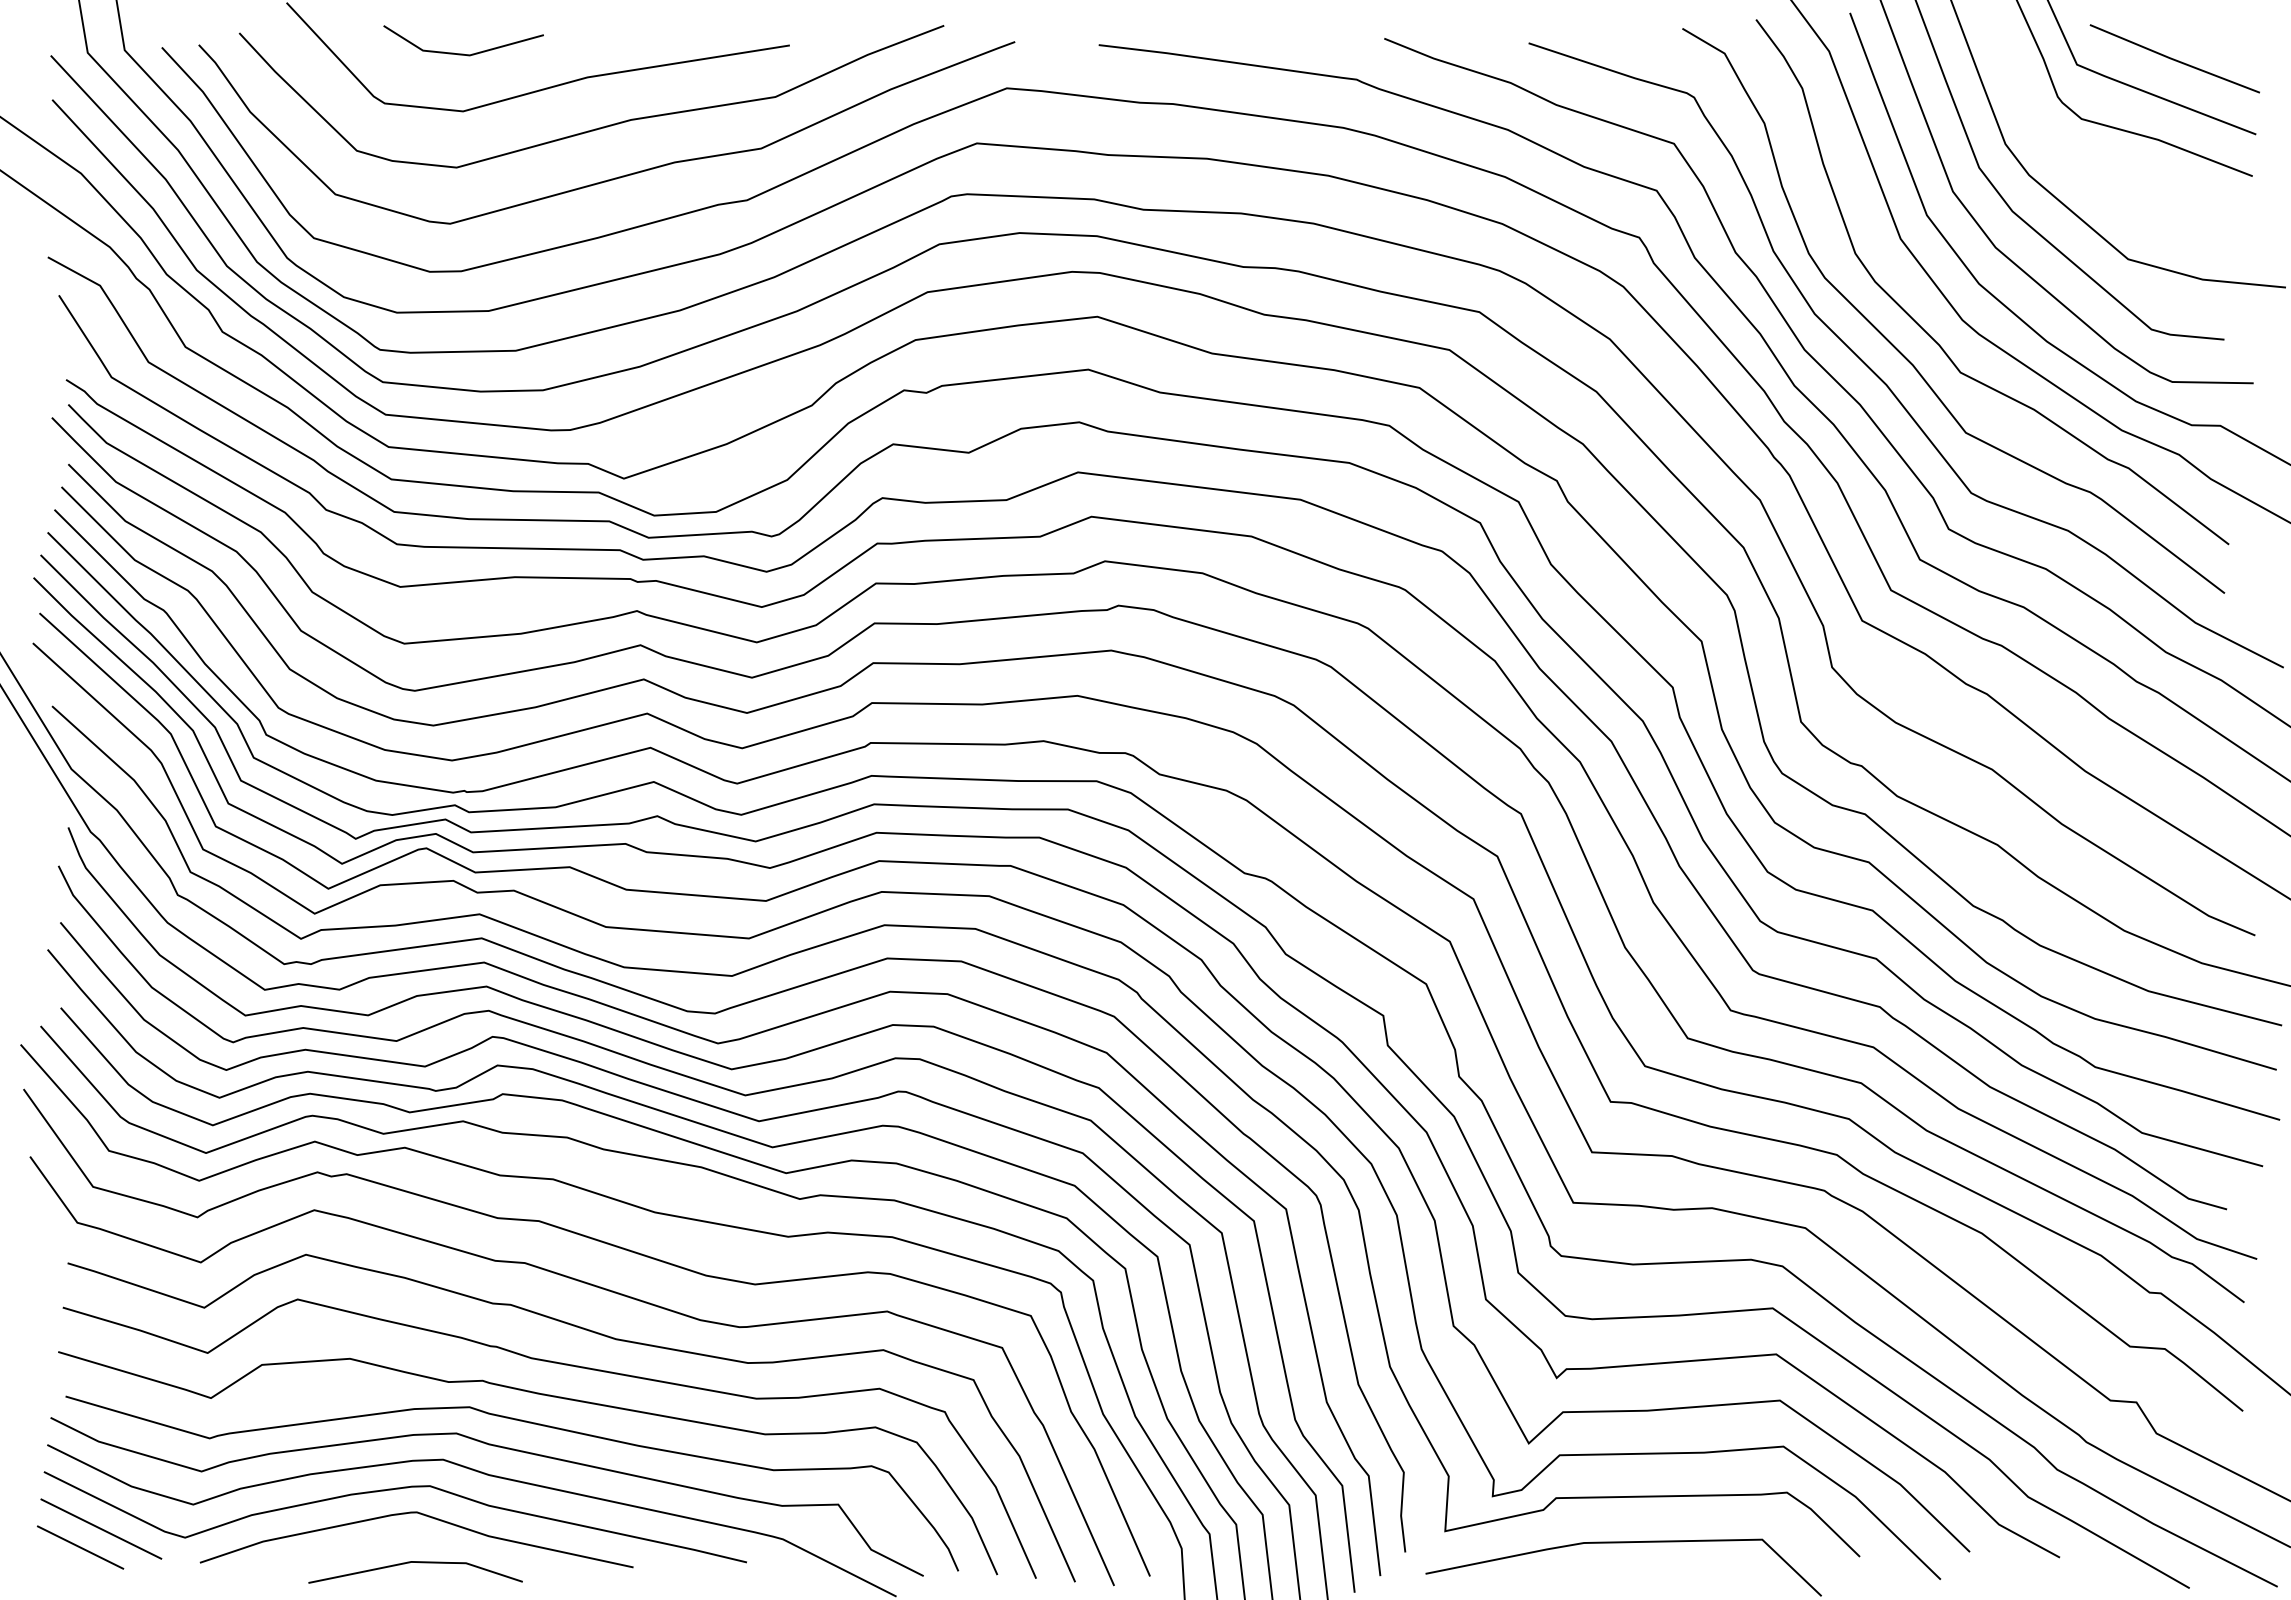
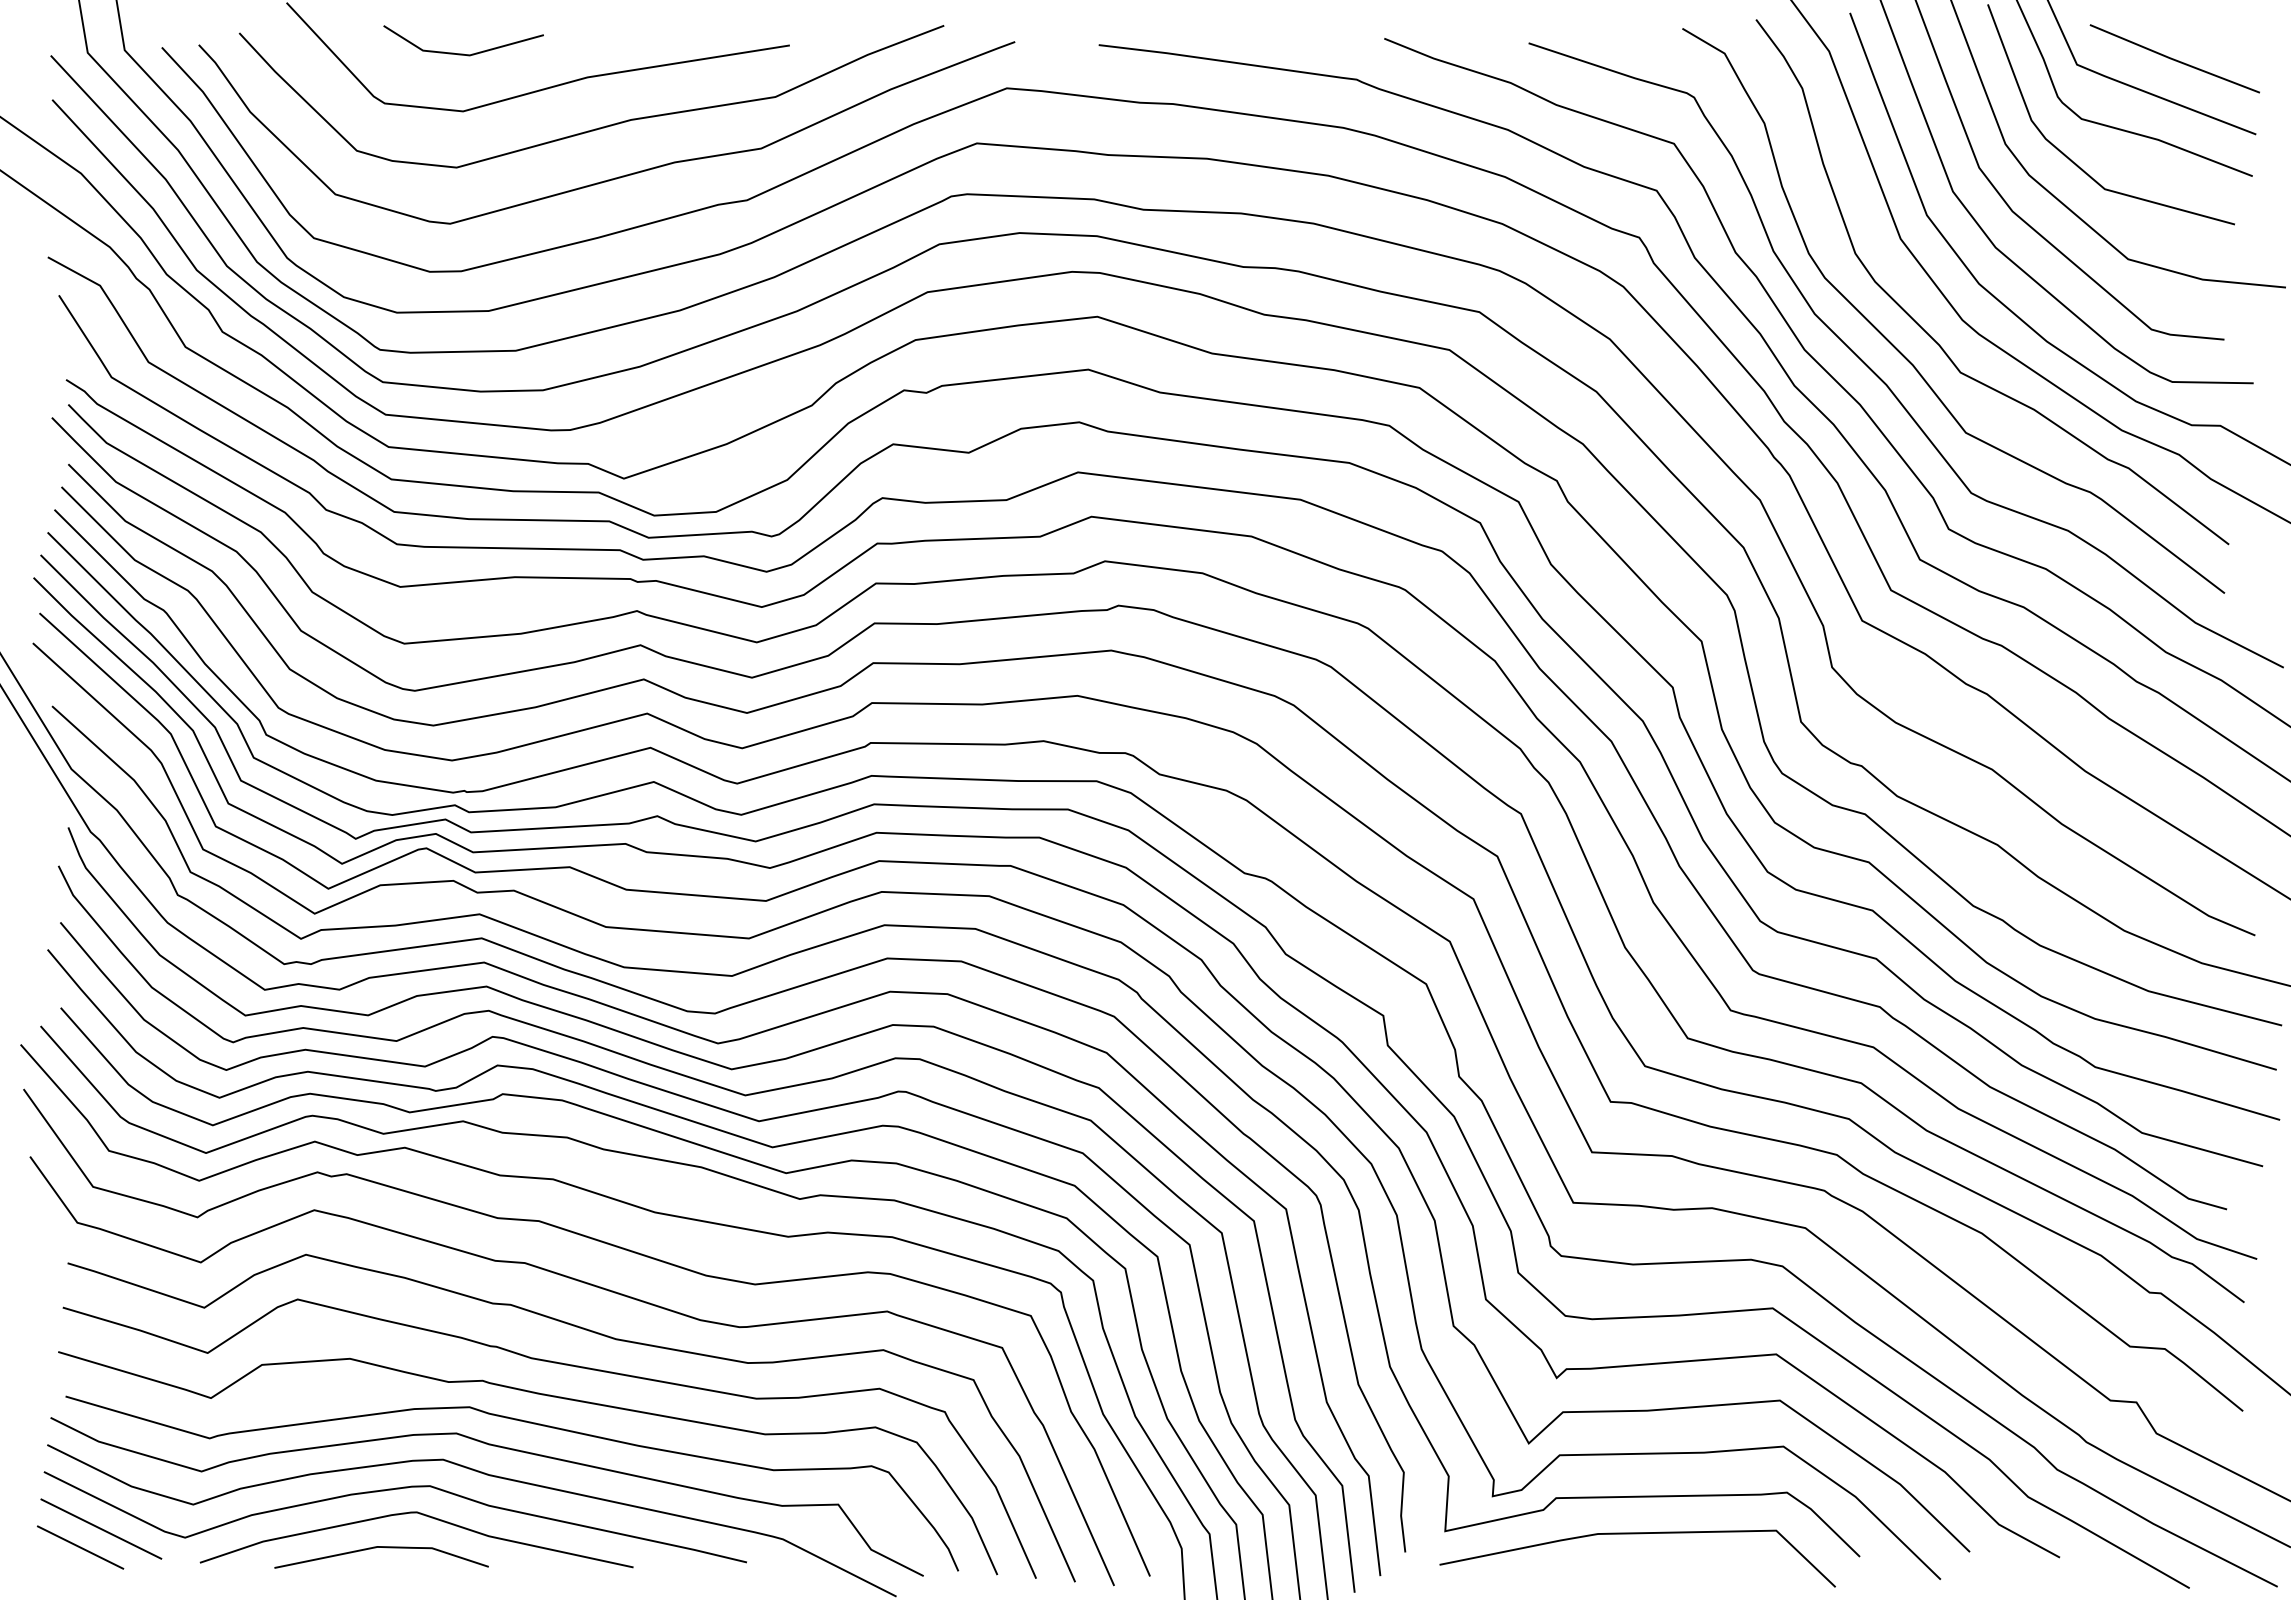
curve at (2075, 162): none -> present
line at (1623, 1543) position: (1623, 1543) -> (1637, 1534)
line at (415, 1562) position: (415, 1562) -> (381, 1547)
